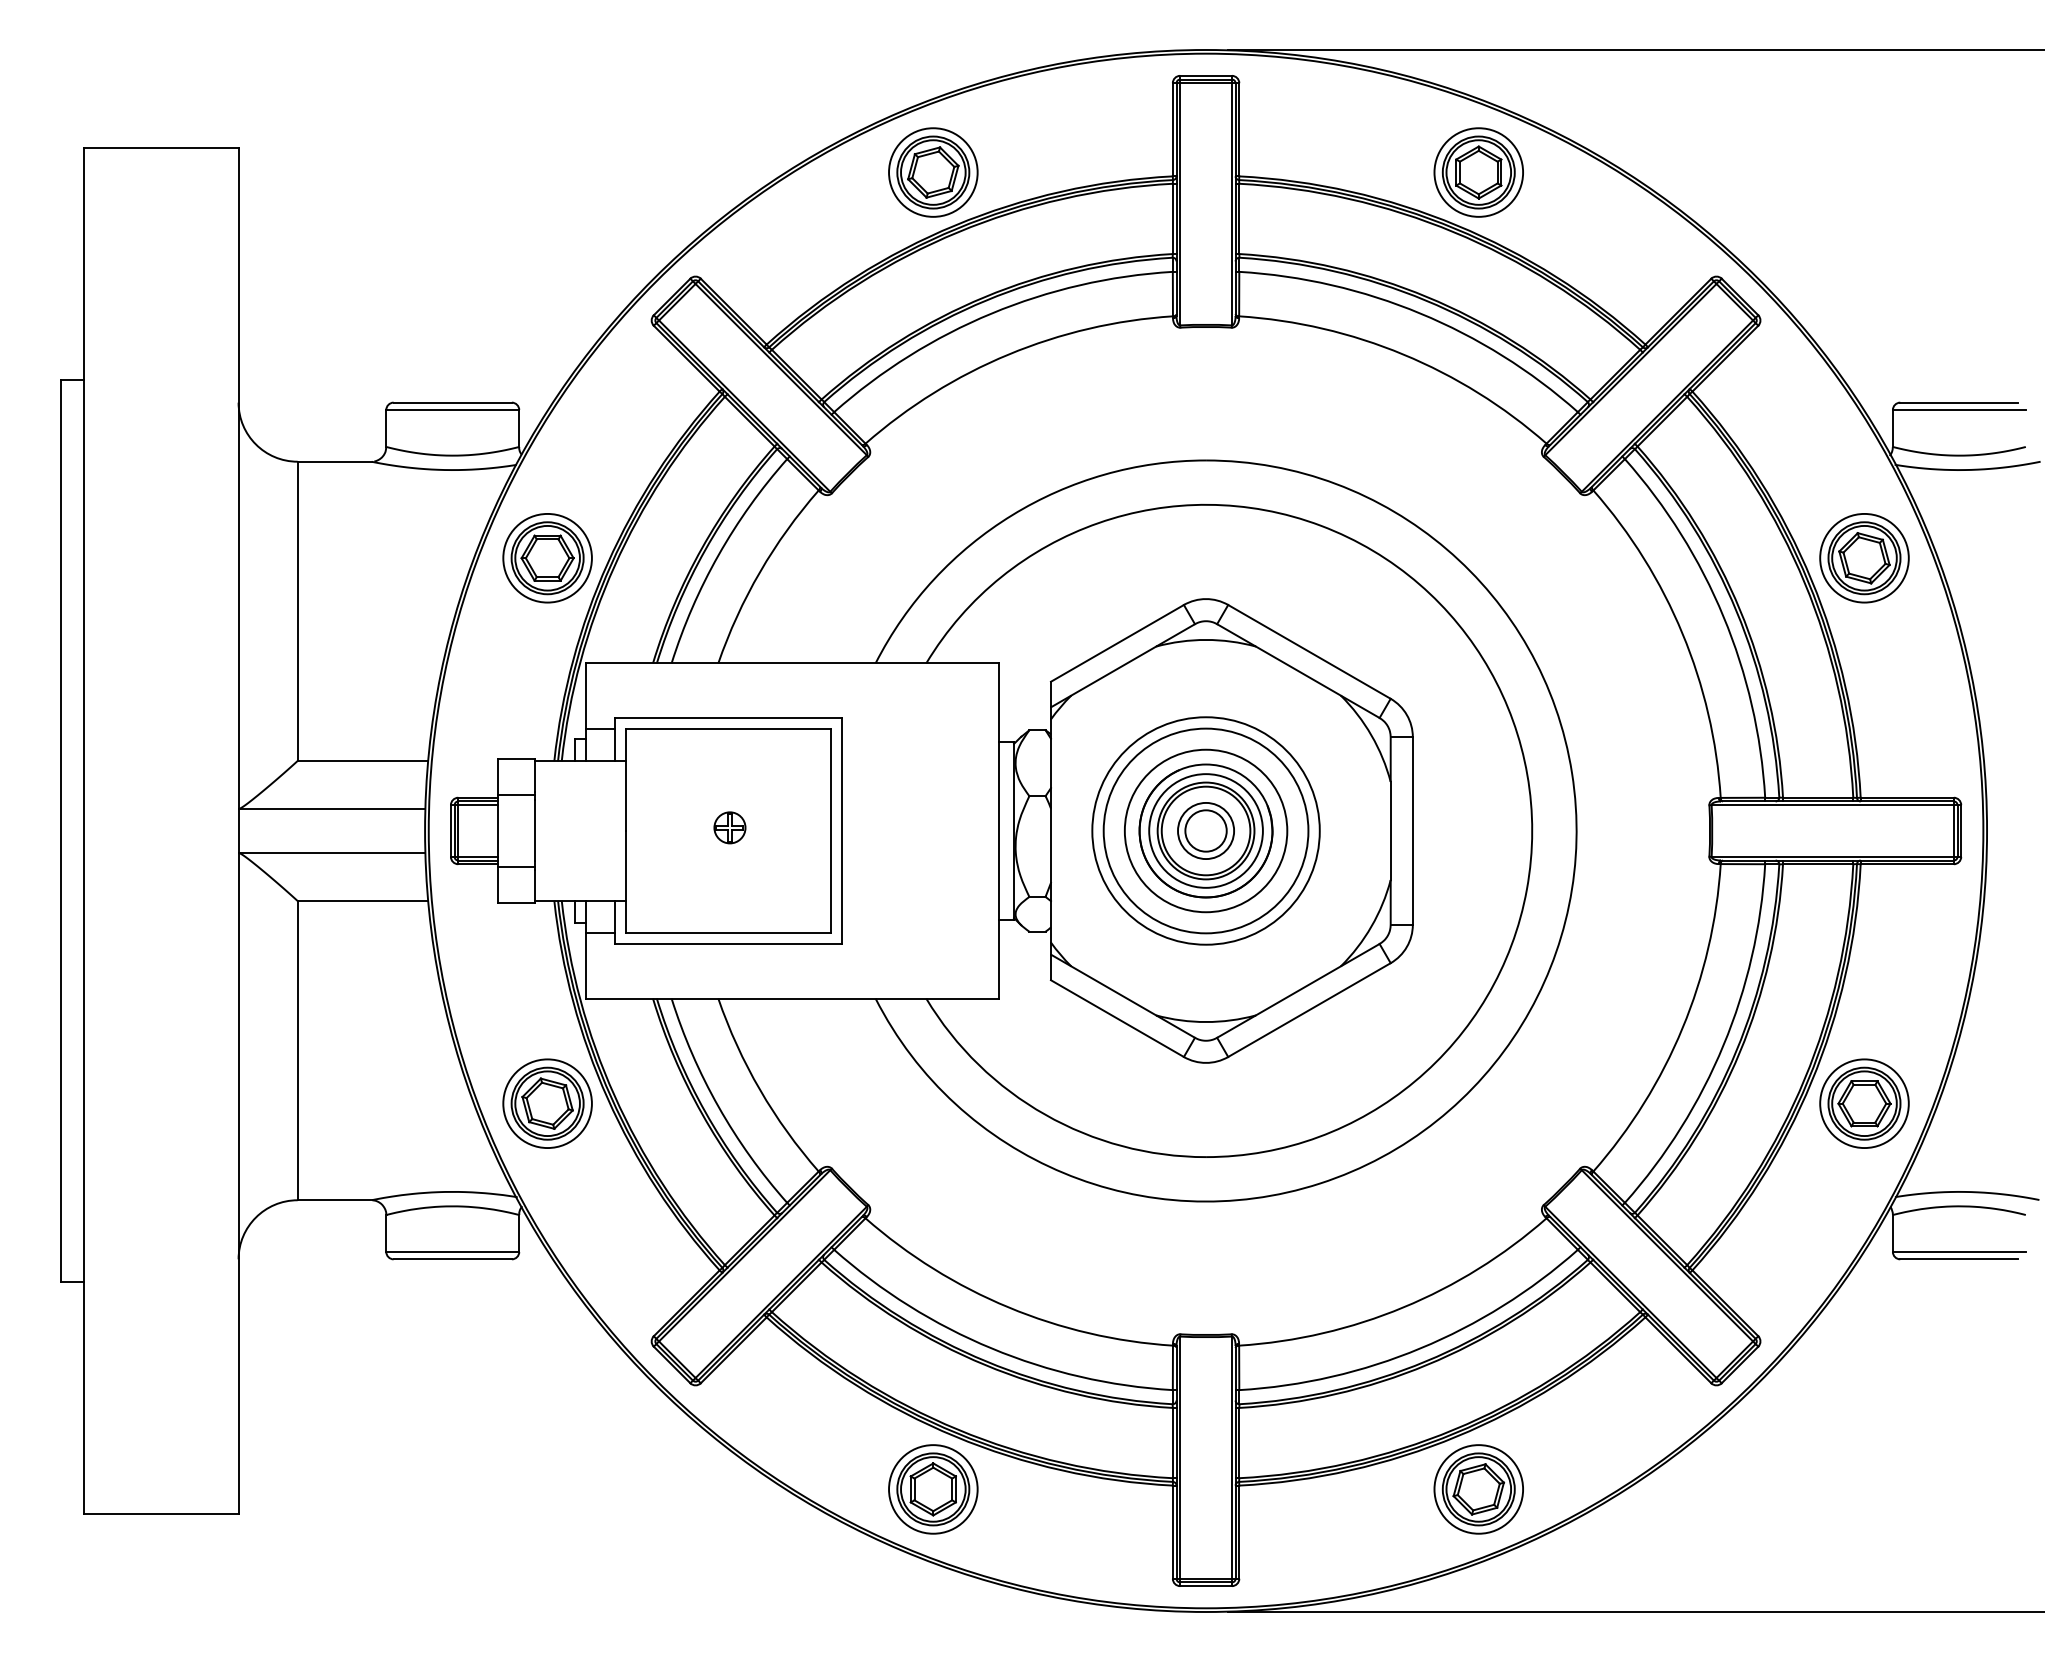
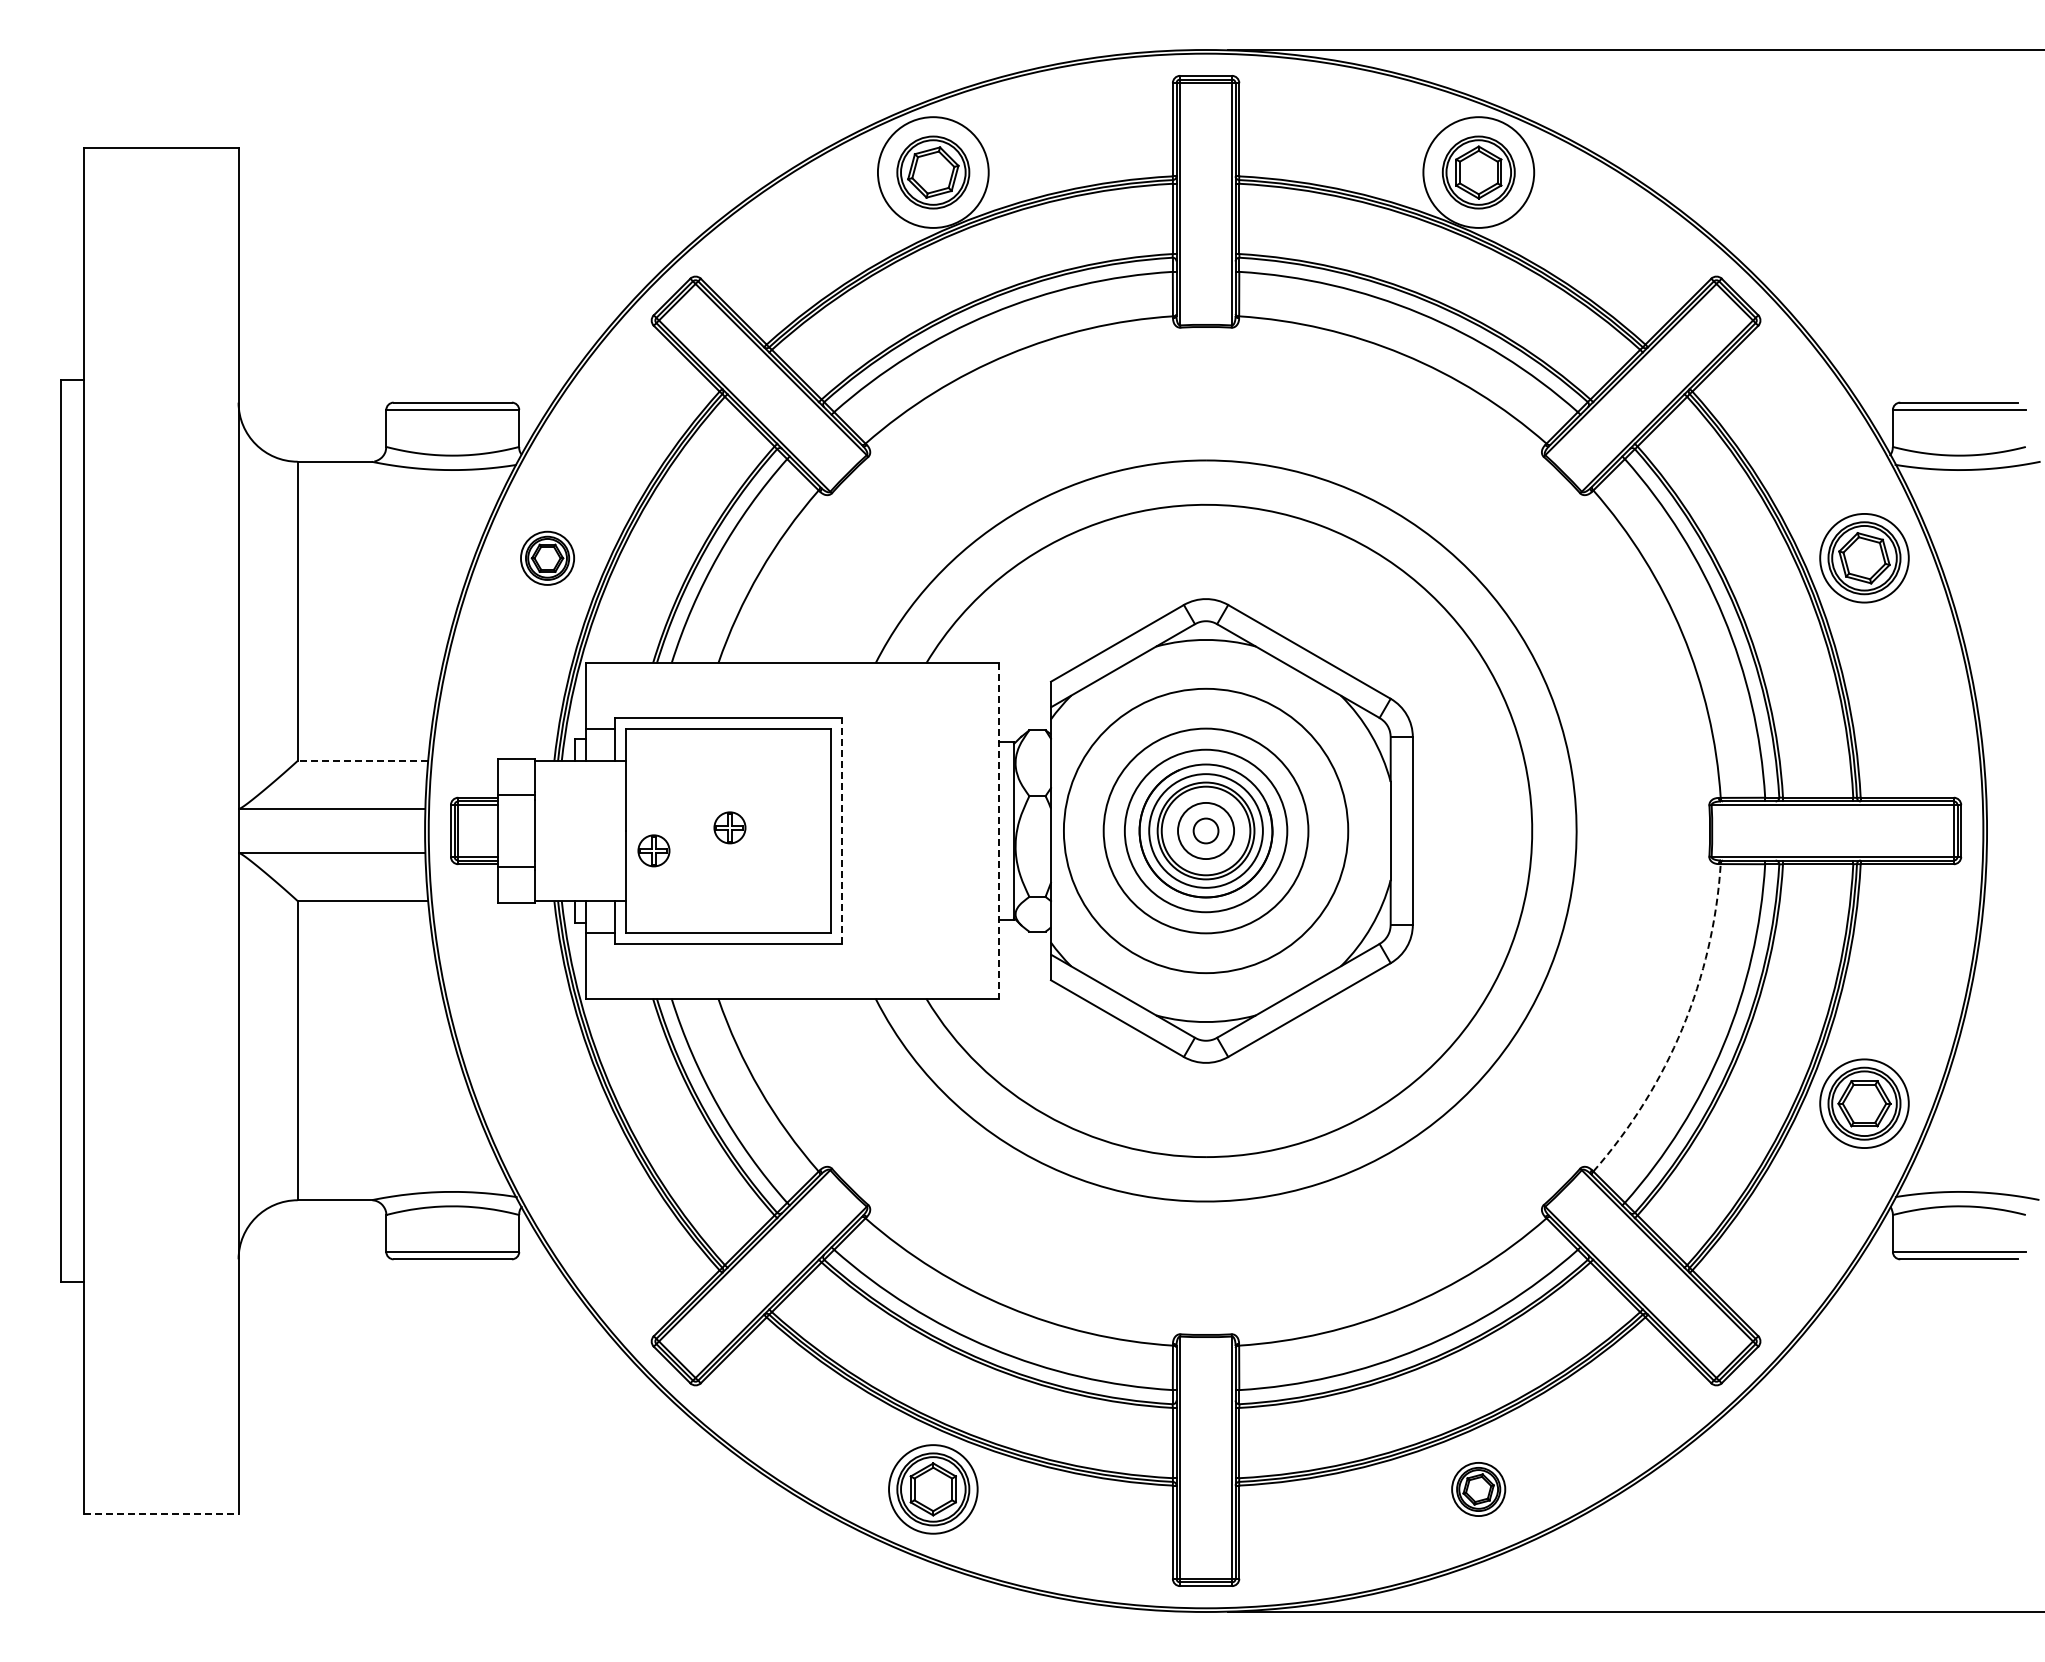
circle at (933, 172) diameter: 89 px -> 111 px
circle at (1478, 172) diameter: 89 px -> 111 px
part at (547, 558) size: 91x91 px -> 55x56 px
line at (362, 760): solid -> dashed
line at (841, 830): solid -> dashed
line at (999, 830): solid -> dashed
circle at (1205, 830) diameter: 227 px -> 284 px
circle at (1205, 830) diameter: 41 px -> 25 px
part at (653, 850): none -> present
arc at (1682, 1028): solid -> dashed
part at (547, 1103): present -> none
part at (1478, 1489) size: 91x91 px -> 56x55 px
line at (161, 1514): solid -> dashed
